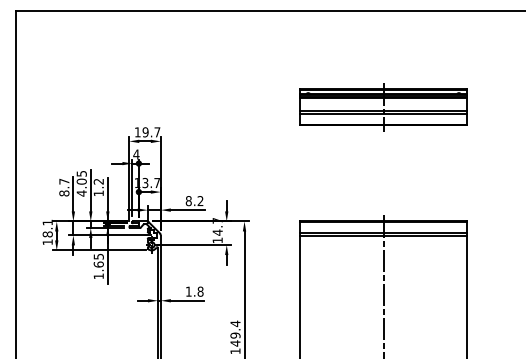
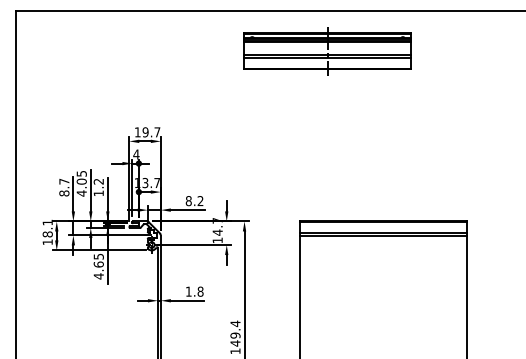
part at (383, 107) position: (383, 107) -> (327, 51)
text at (98, 276): 1.65 -> 4.65
line at (383, 285): present -> none
